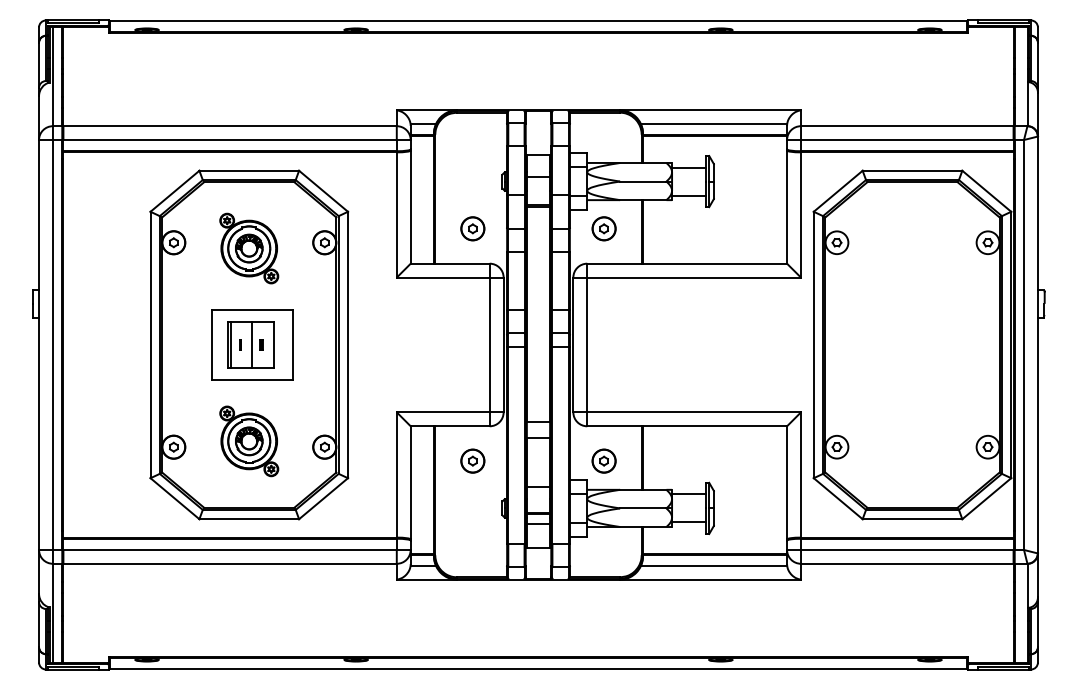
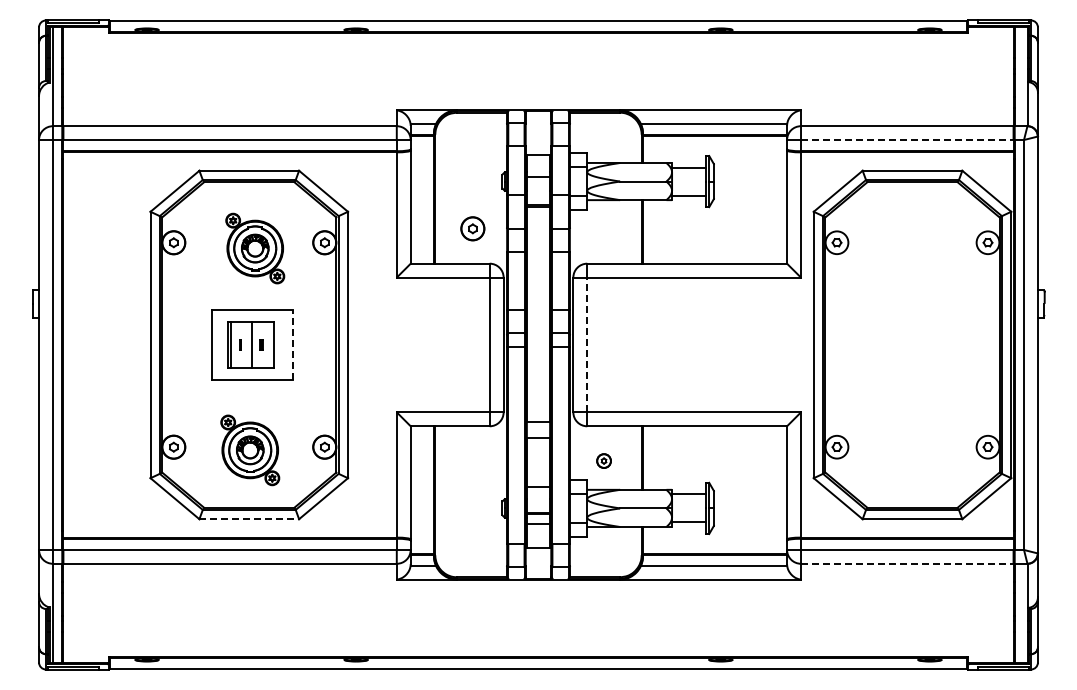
line at (907, 140): solid -> dashed
part at (603, 228): present -> none
part at (249, 248) position: (249, 248) -> (255, 248)
line at (292, 344): solid -> dashed
line at (587, 344): solid -> dashed
part at (249, 441) position: (249, 441) -> (250, 450)
part at (472, 460): present -> none
part at (603, 460) size: 26x26 px -> 16x16 px
line at (249, 519): solid -> dashed
line at (907, 563): solid -> dashed
